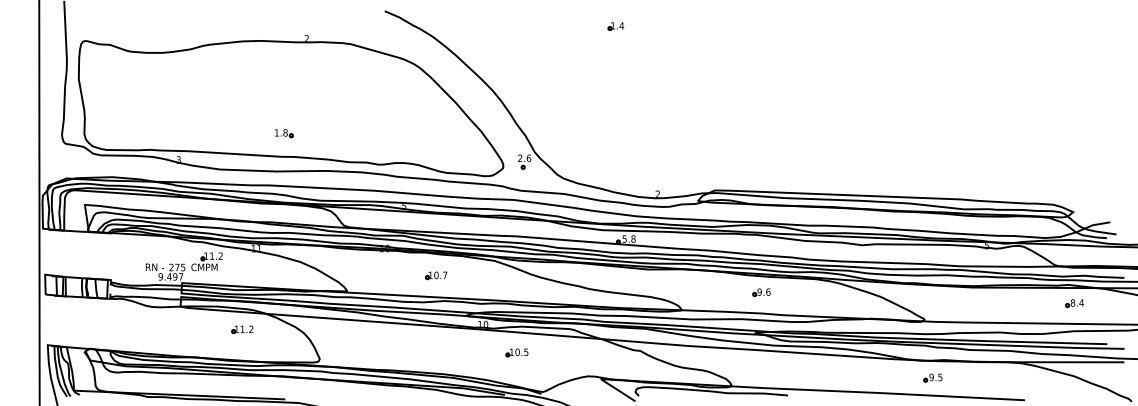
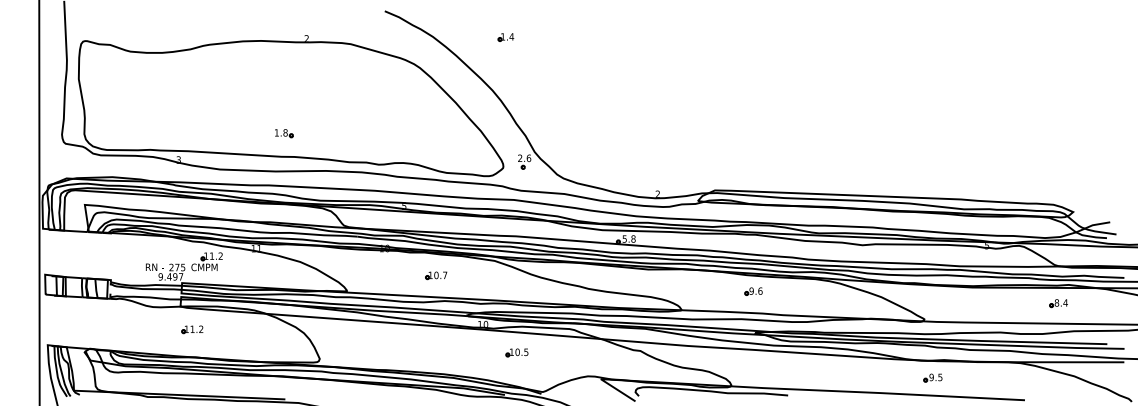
part at (615, 26) position: (615, 26) -> (505, 37)
part at (761, 292) position: (761, 292) -> (753, 291)
part at (1074, 303) position: (1074, 303) -> (1058, 303)
part at (242, 329) position: (242, 329) -> (192, 329)
